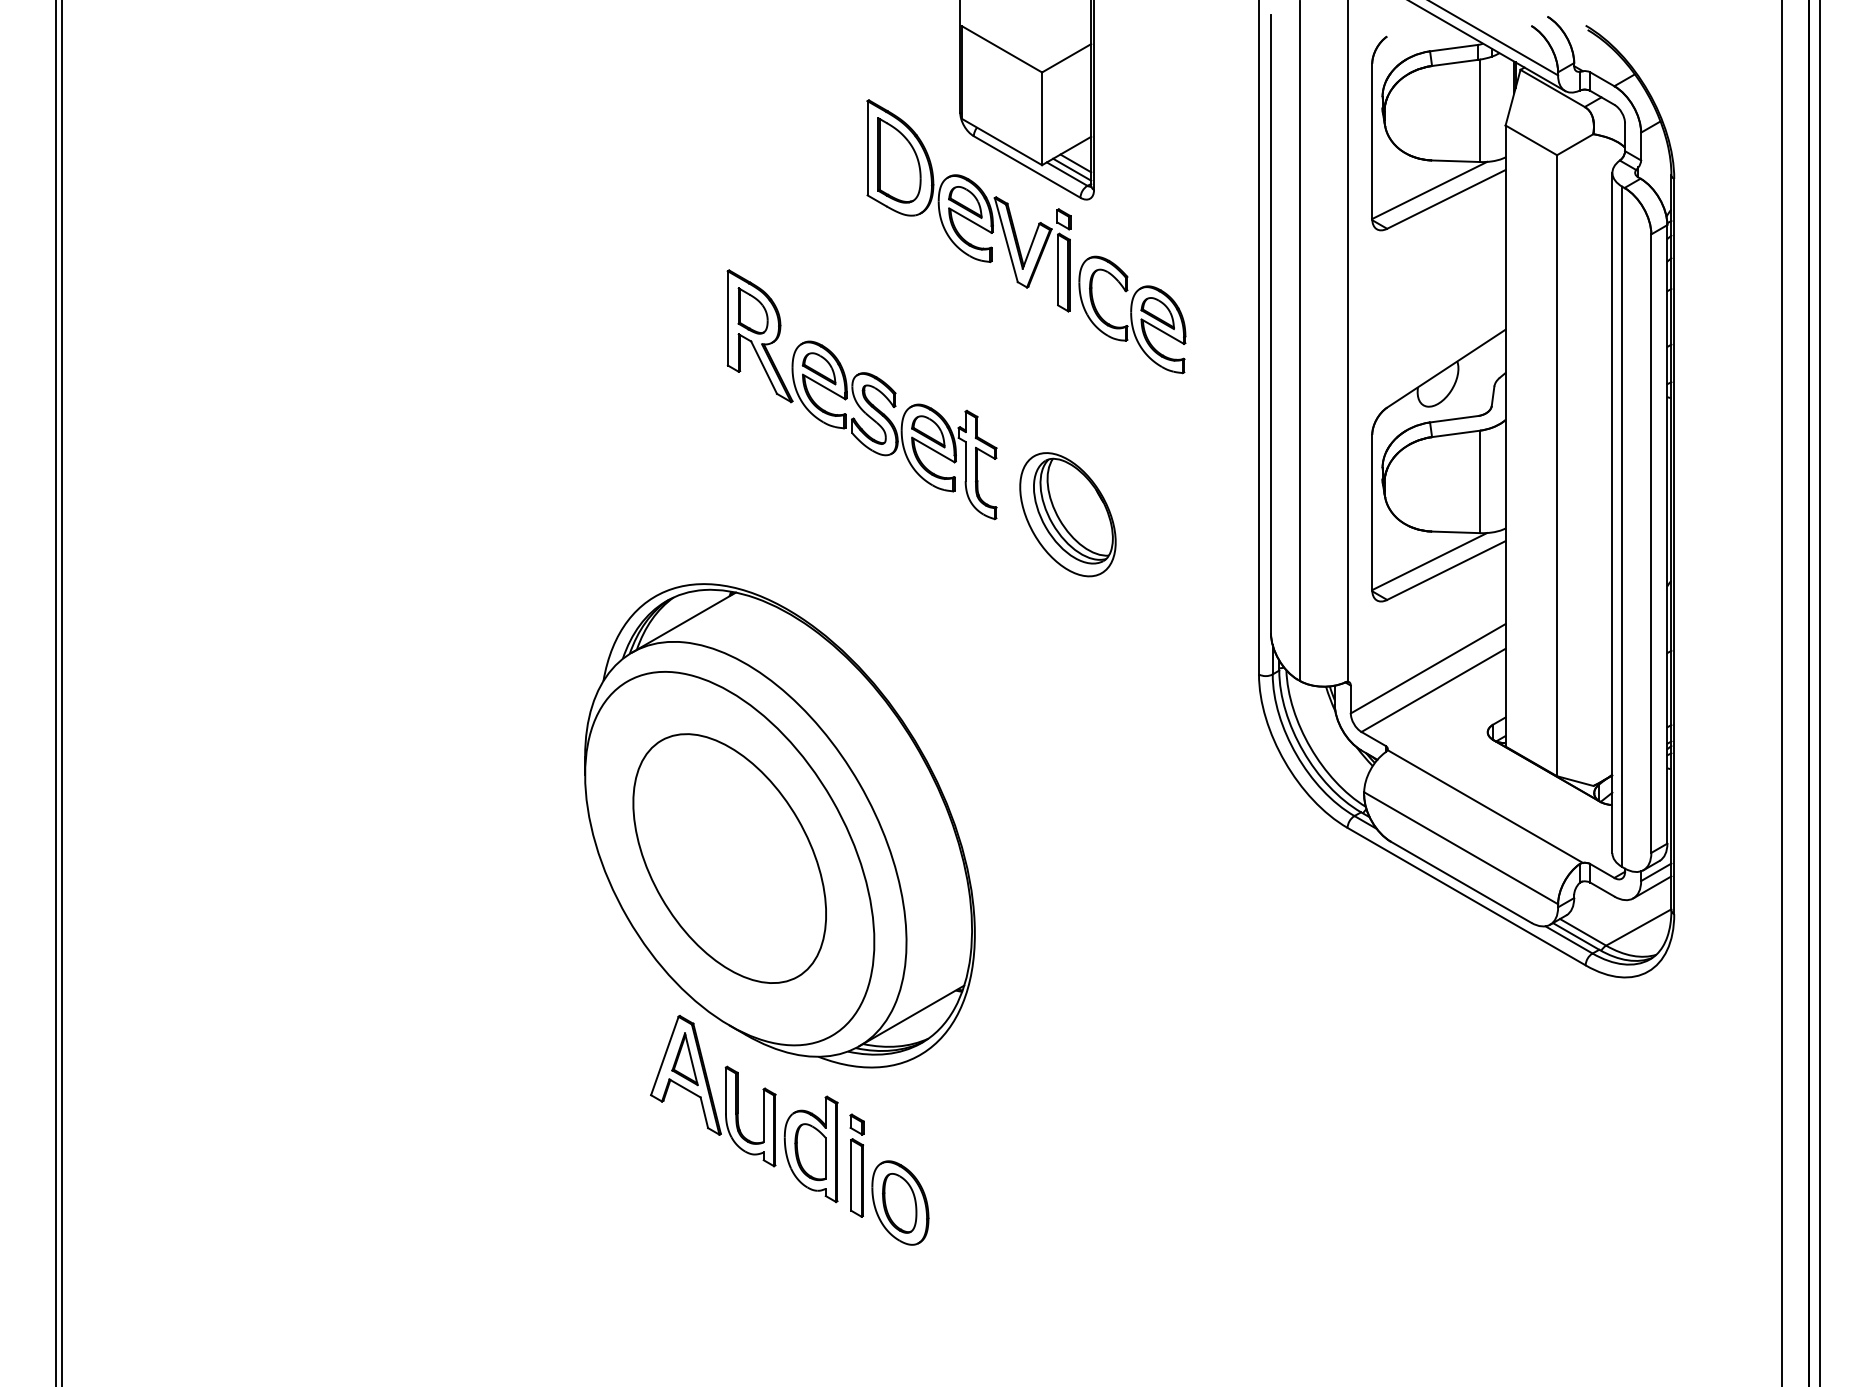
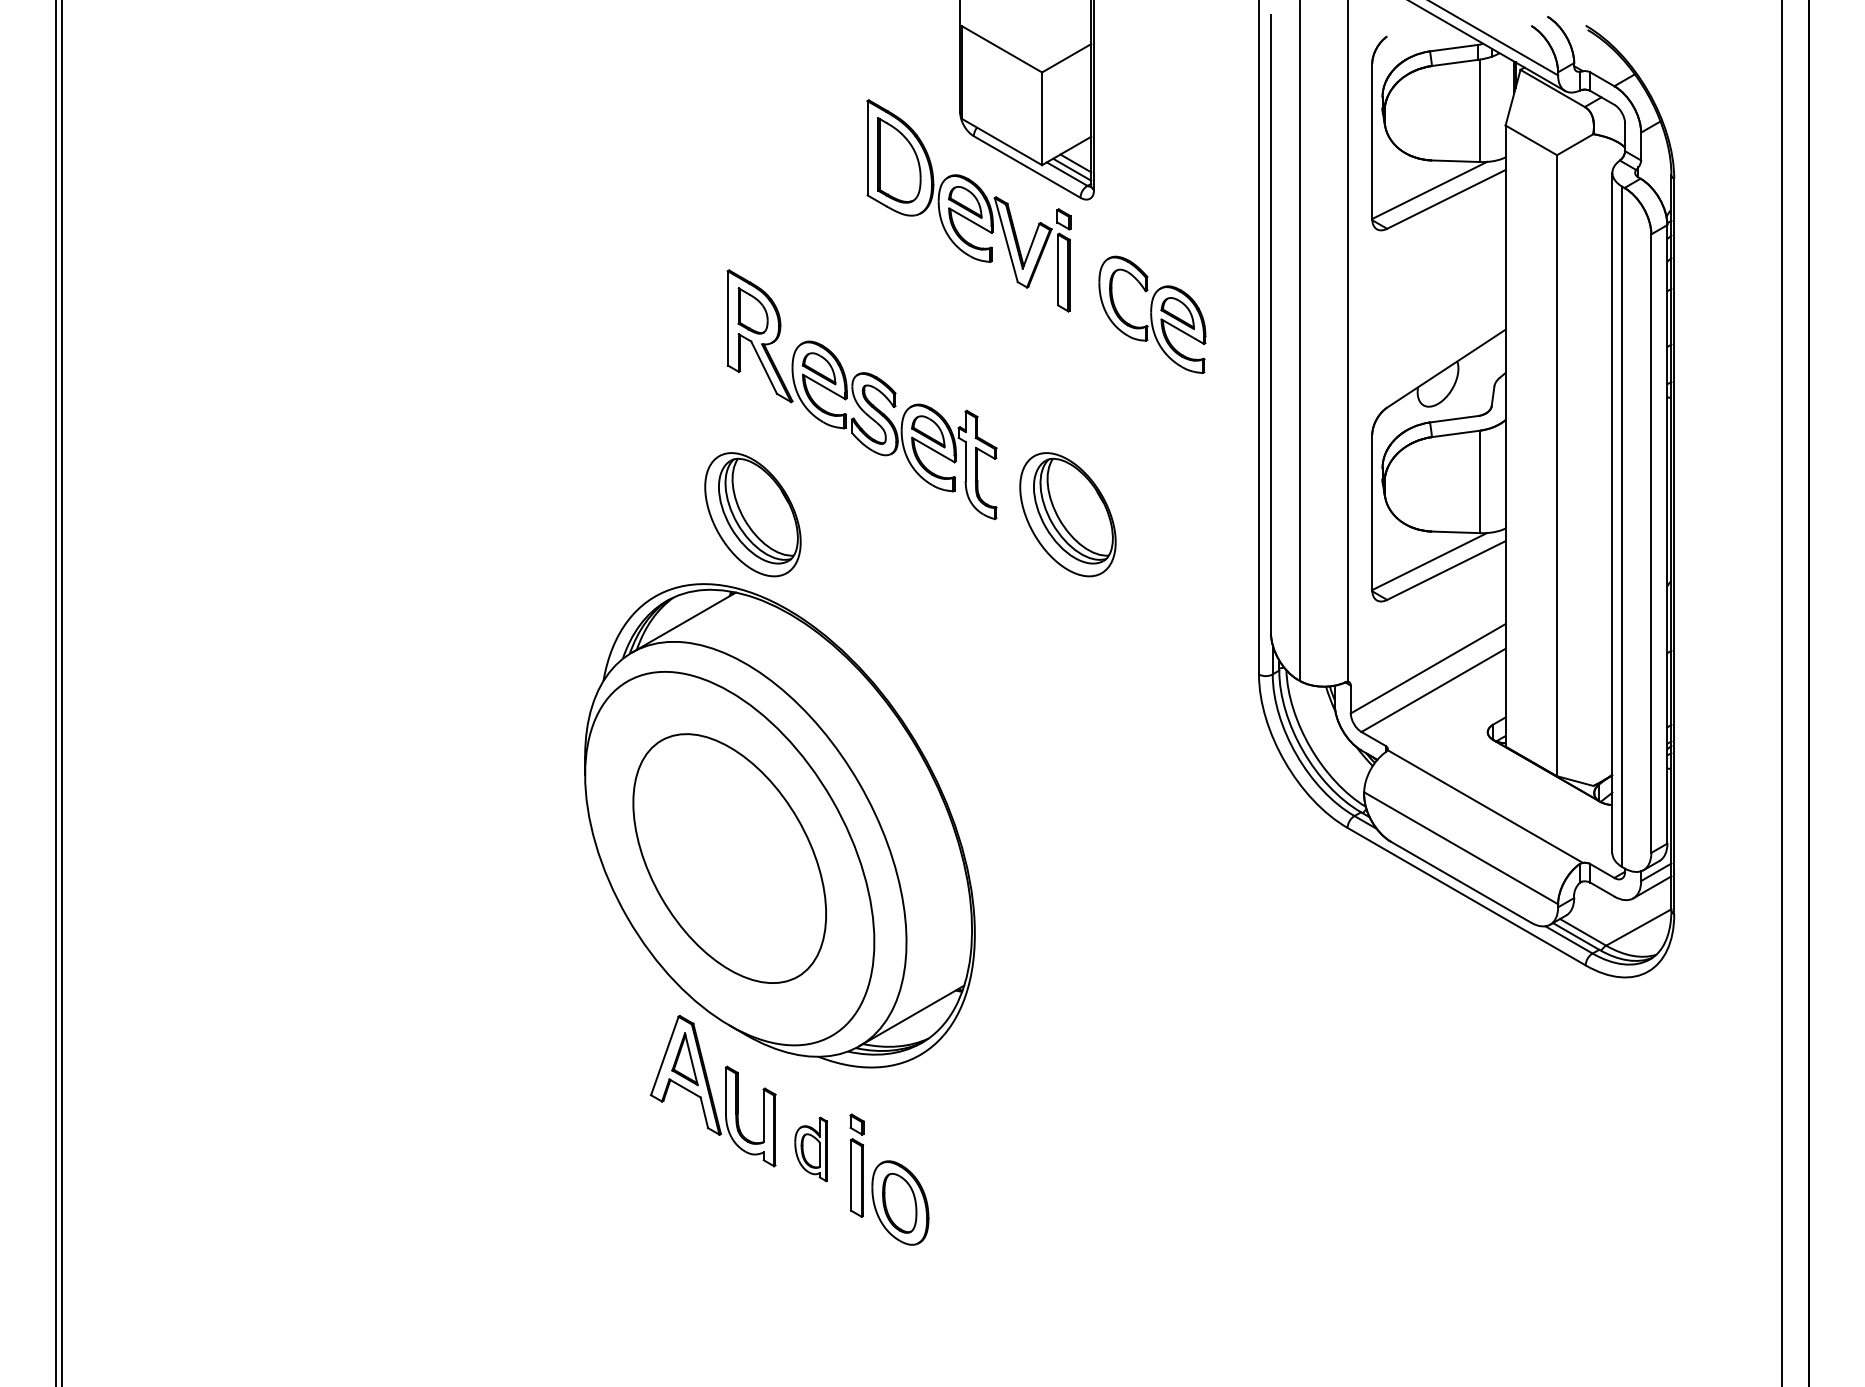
part at (1132, 314) position: (1132, 314) -> (1152, 314)
part at (752, 514): none -> present
line at (1819, 692): present -> none
part at (810, 1149) size: 56x109 px -> 34x67 px
